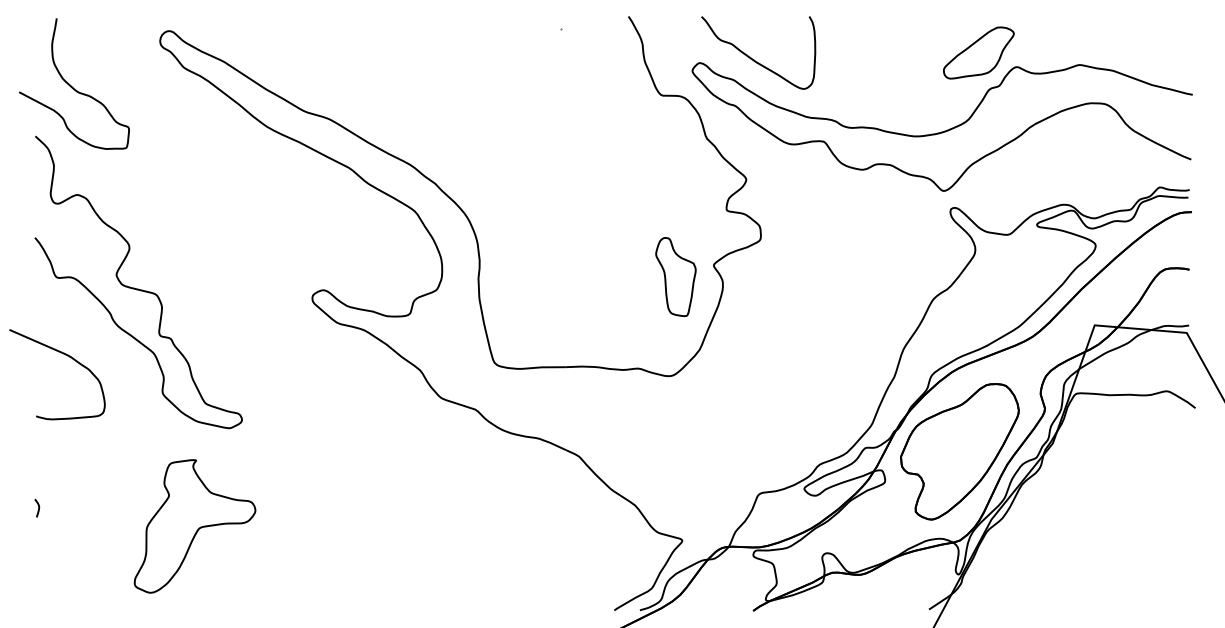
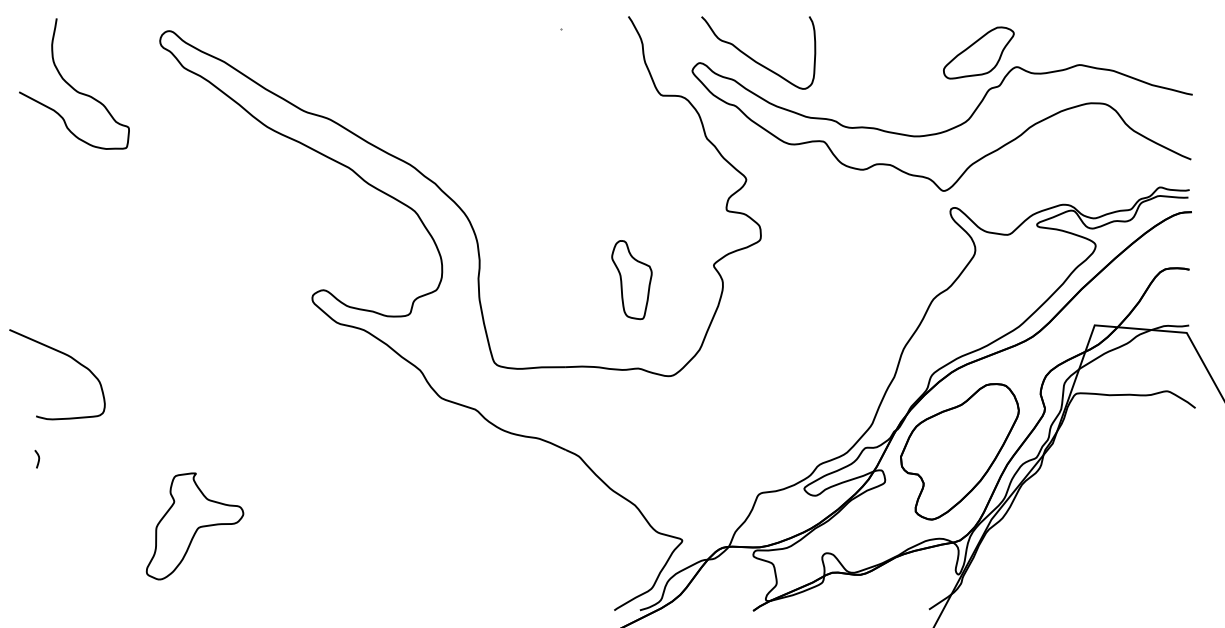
part at (675, 277) position: (675, 277) -> (631, 280)
curve at (138, 288): present -> none
curve at (38, 507) position: (38, 507) -> (38, 458)
part at (194, 526) size: 124x135 px -> 100x109 px
